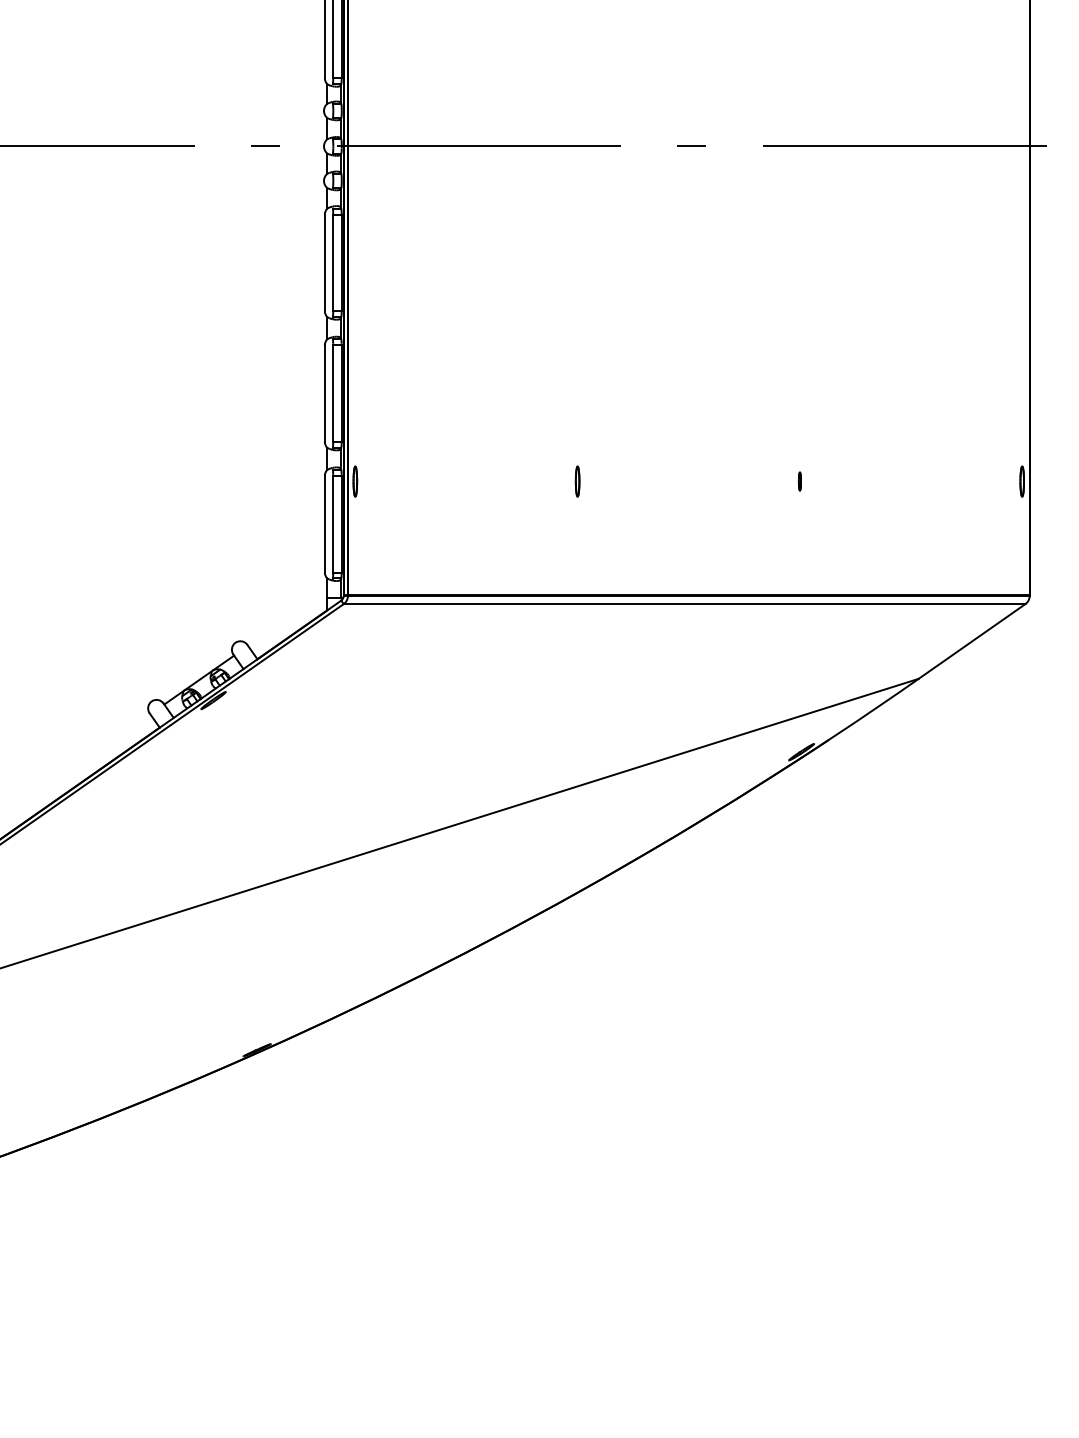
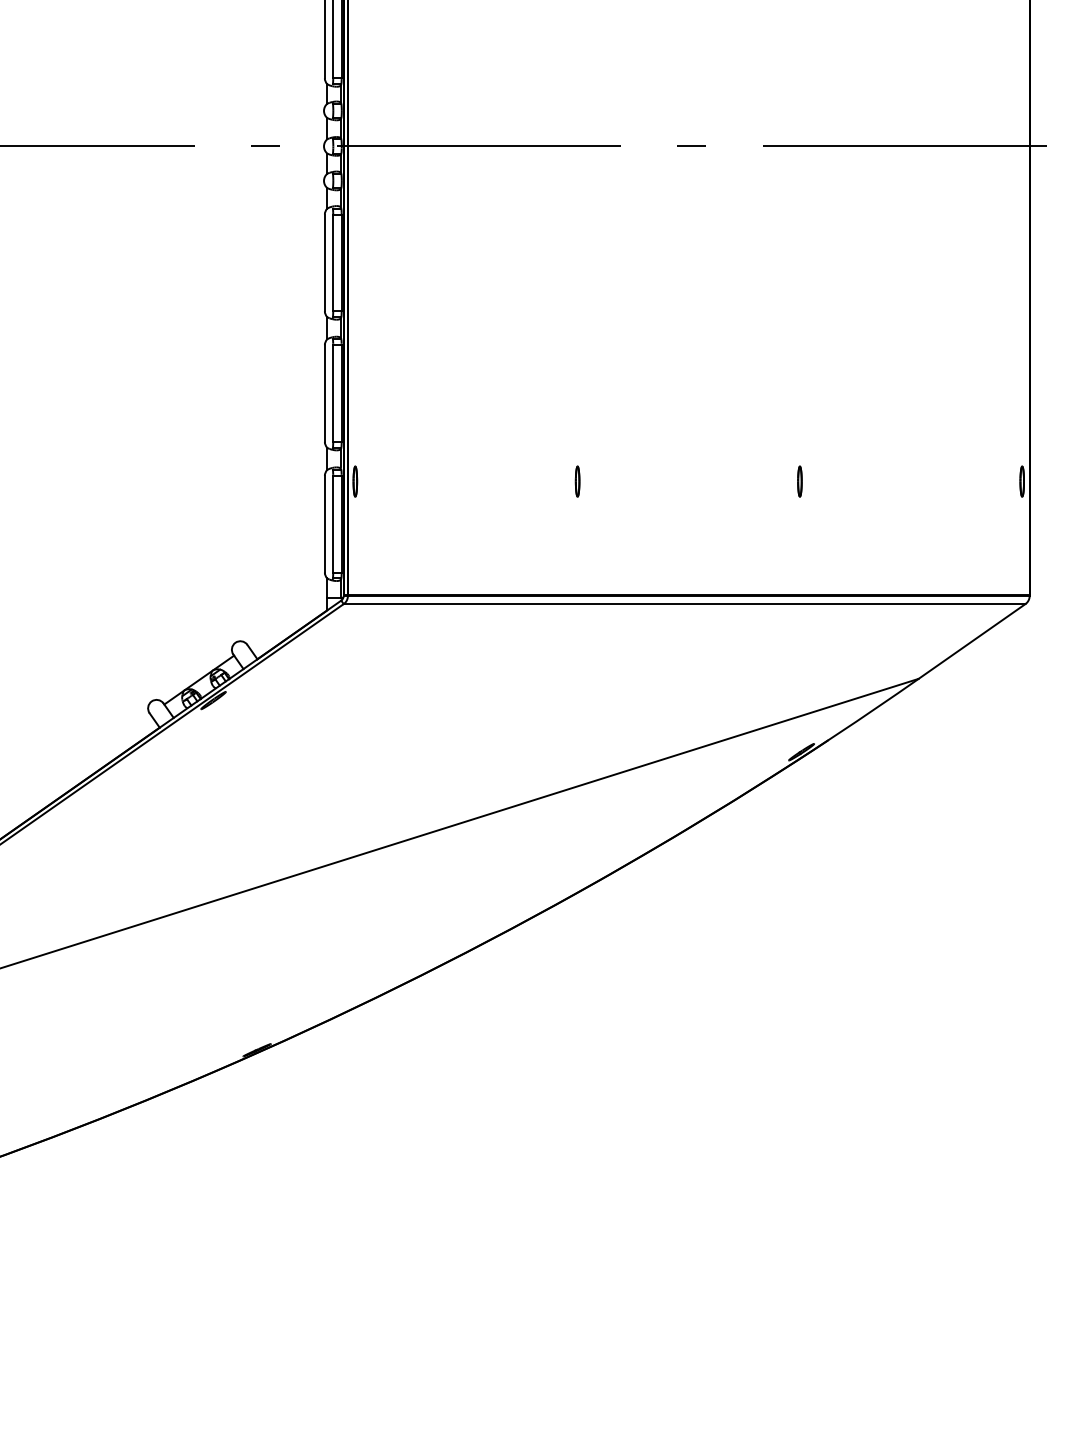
part at (799, 481) size: 5x21 px -> 6x33 px
